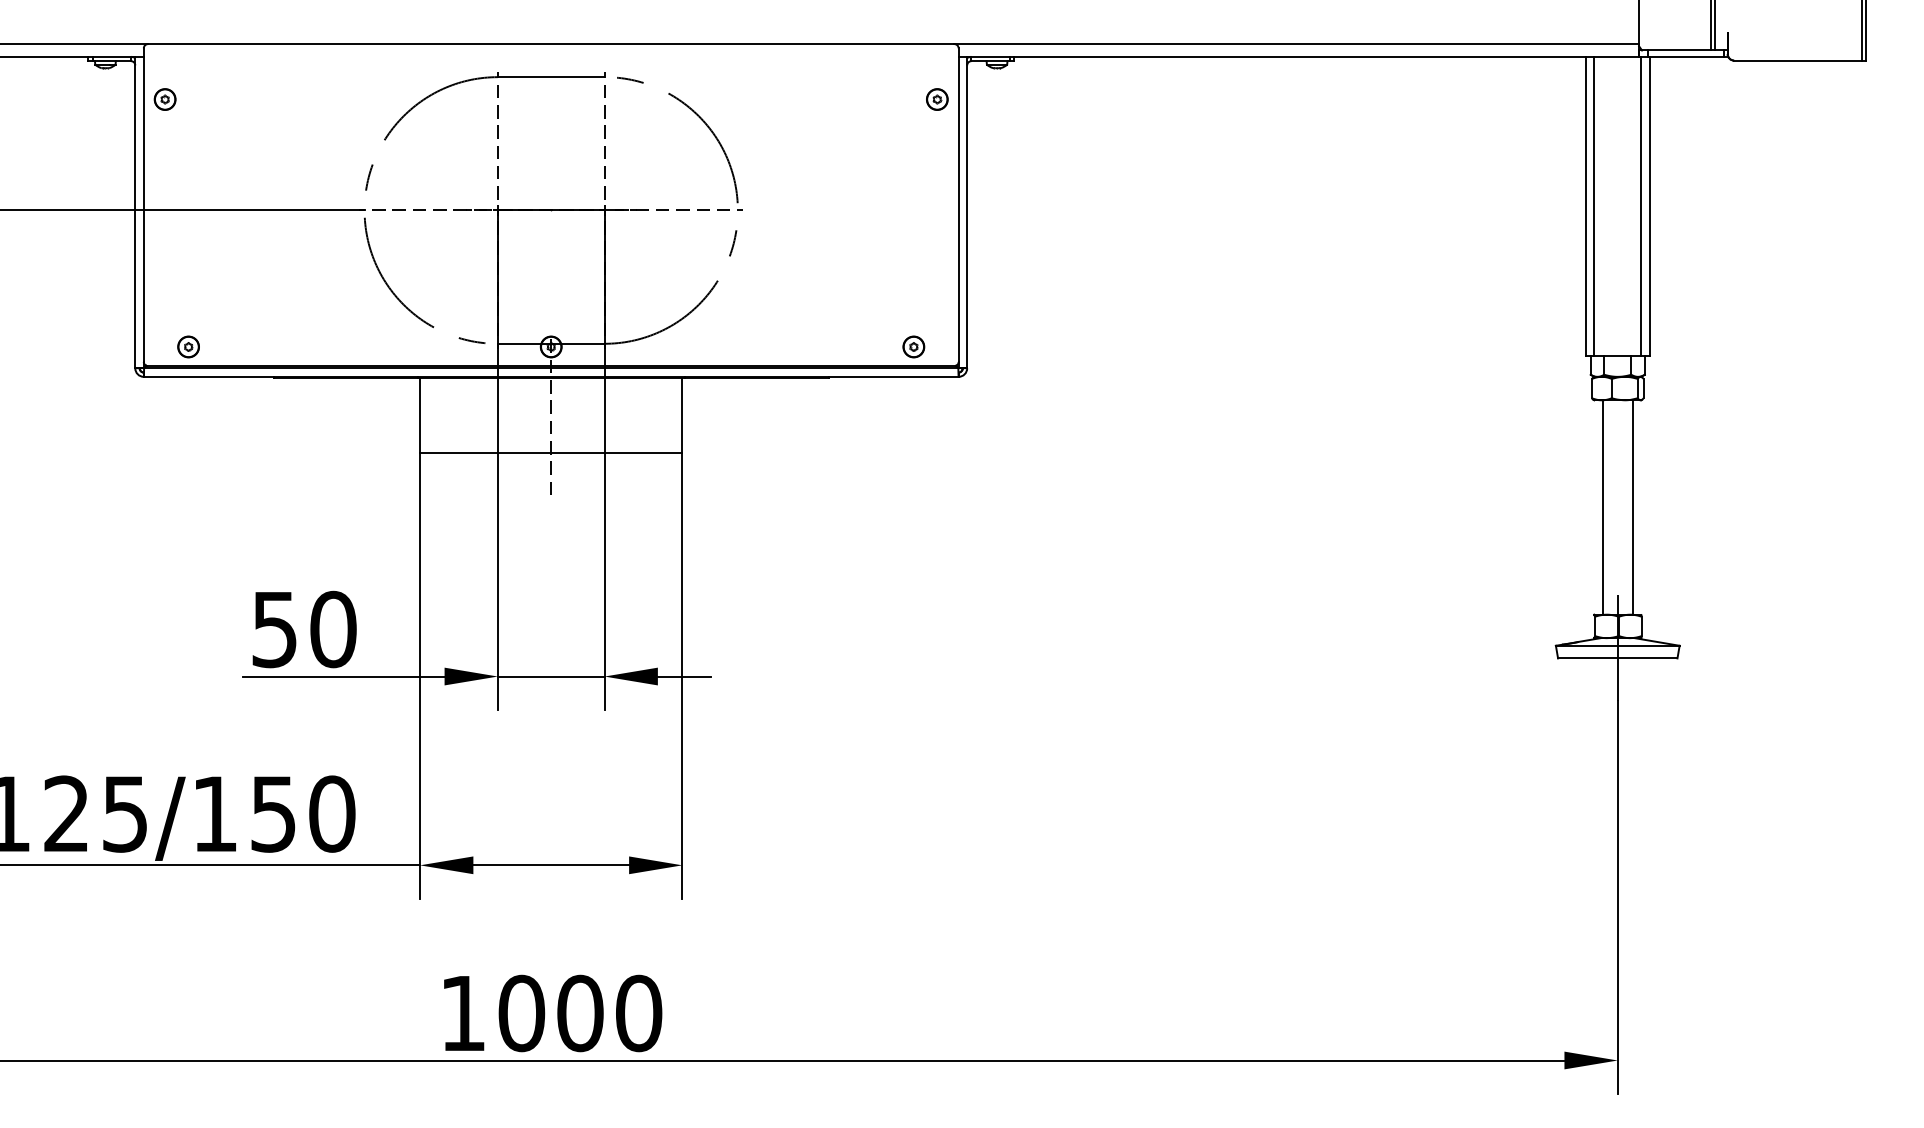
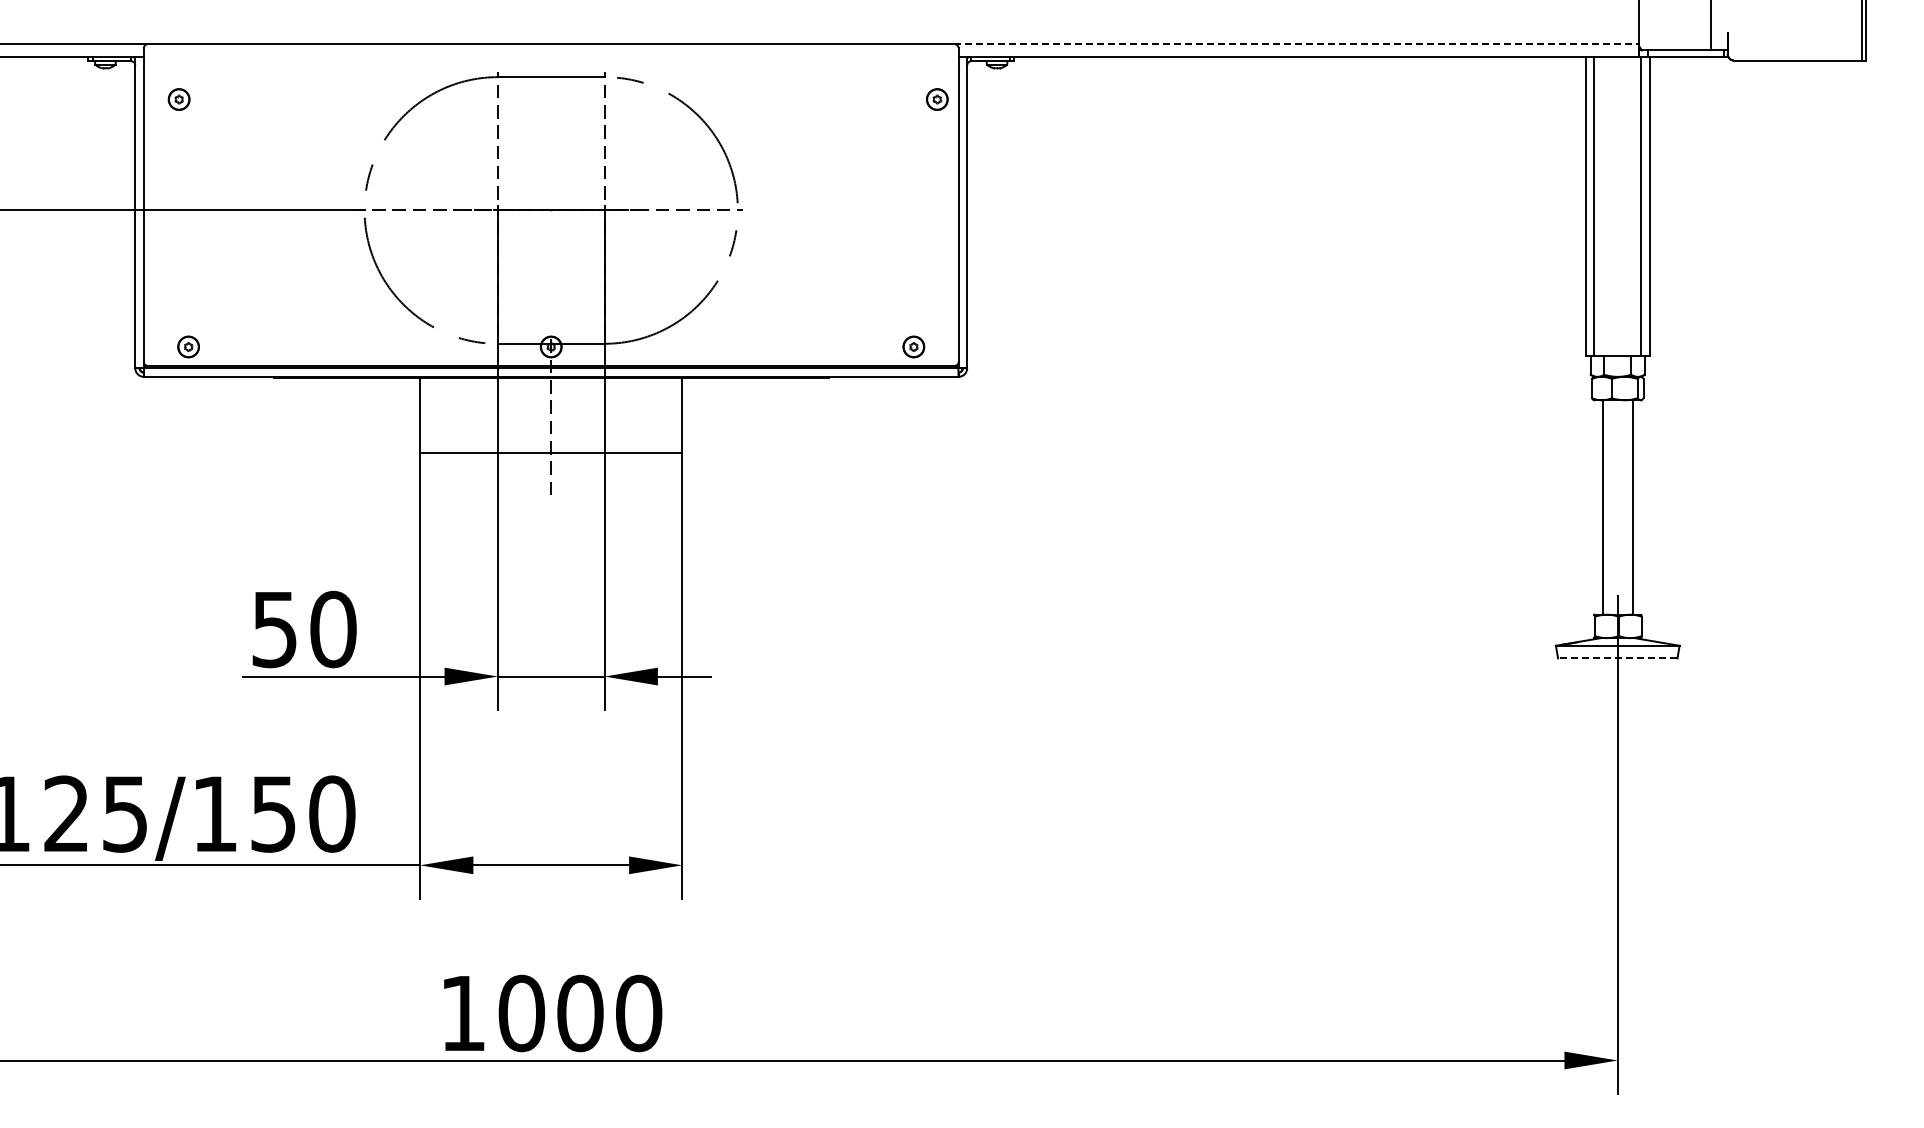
line at (1714, 26): present -> none
line at (1297, 44): solid -> dashed
part at (164, 99) position: (164, 99) -> (178, 99)
line at (1617, 658): solid -> dashed
